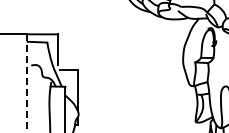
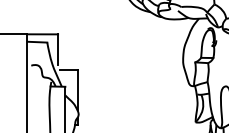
line at (27, 83): dashed -> solid
